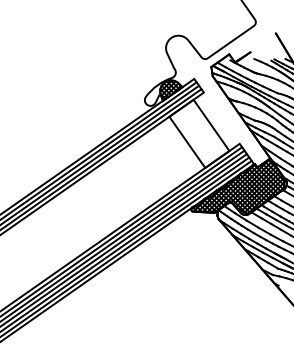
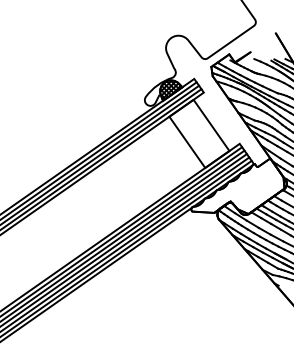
hatch at (237, 185): present -> none
